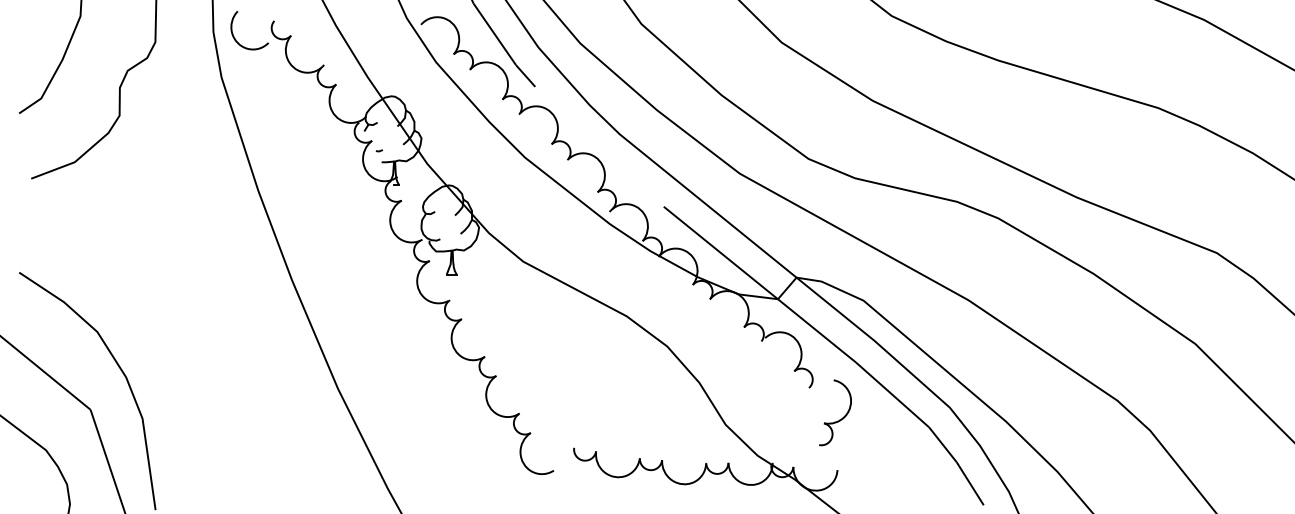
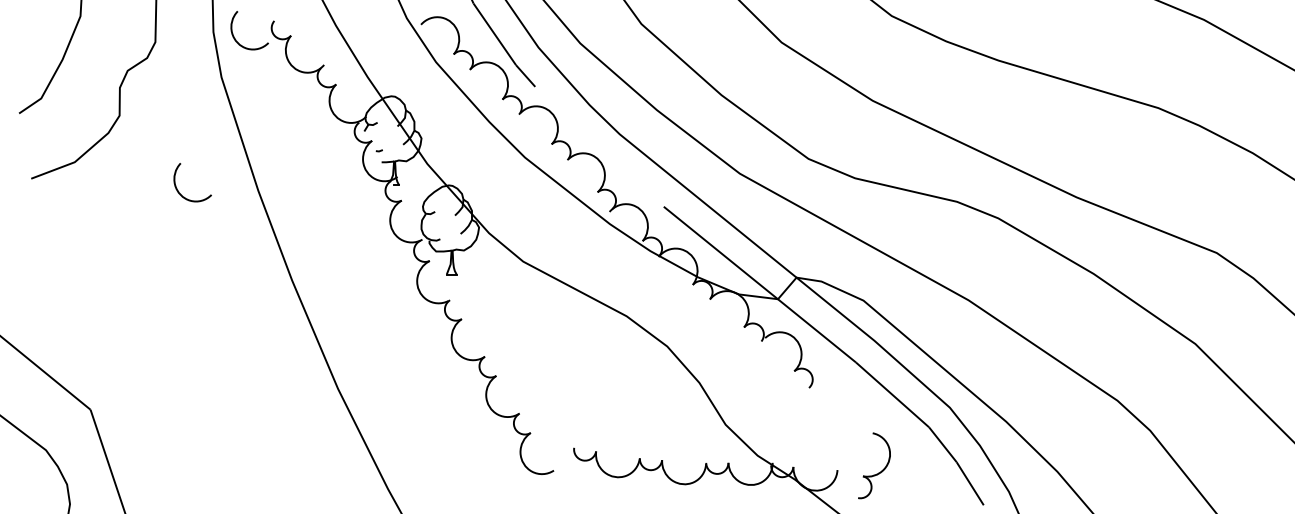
arc at (179, 191): none -> present
curve at (120, 370): present -> none
part at (839, 419) position: (839, 419) -> (878, 472)
